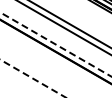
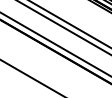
line at (56, 44): dashed -> solid
line at (33, 78): dashed -> solid
